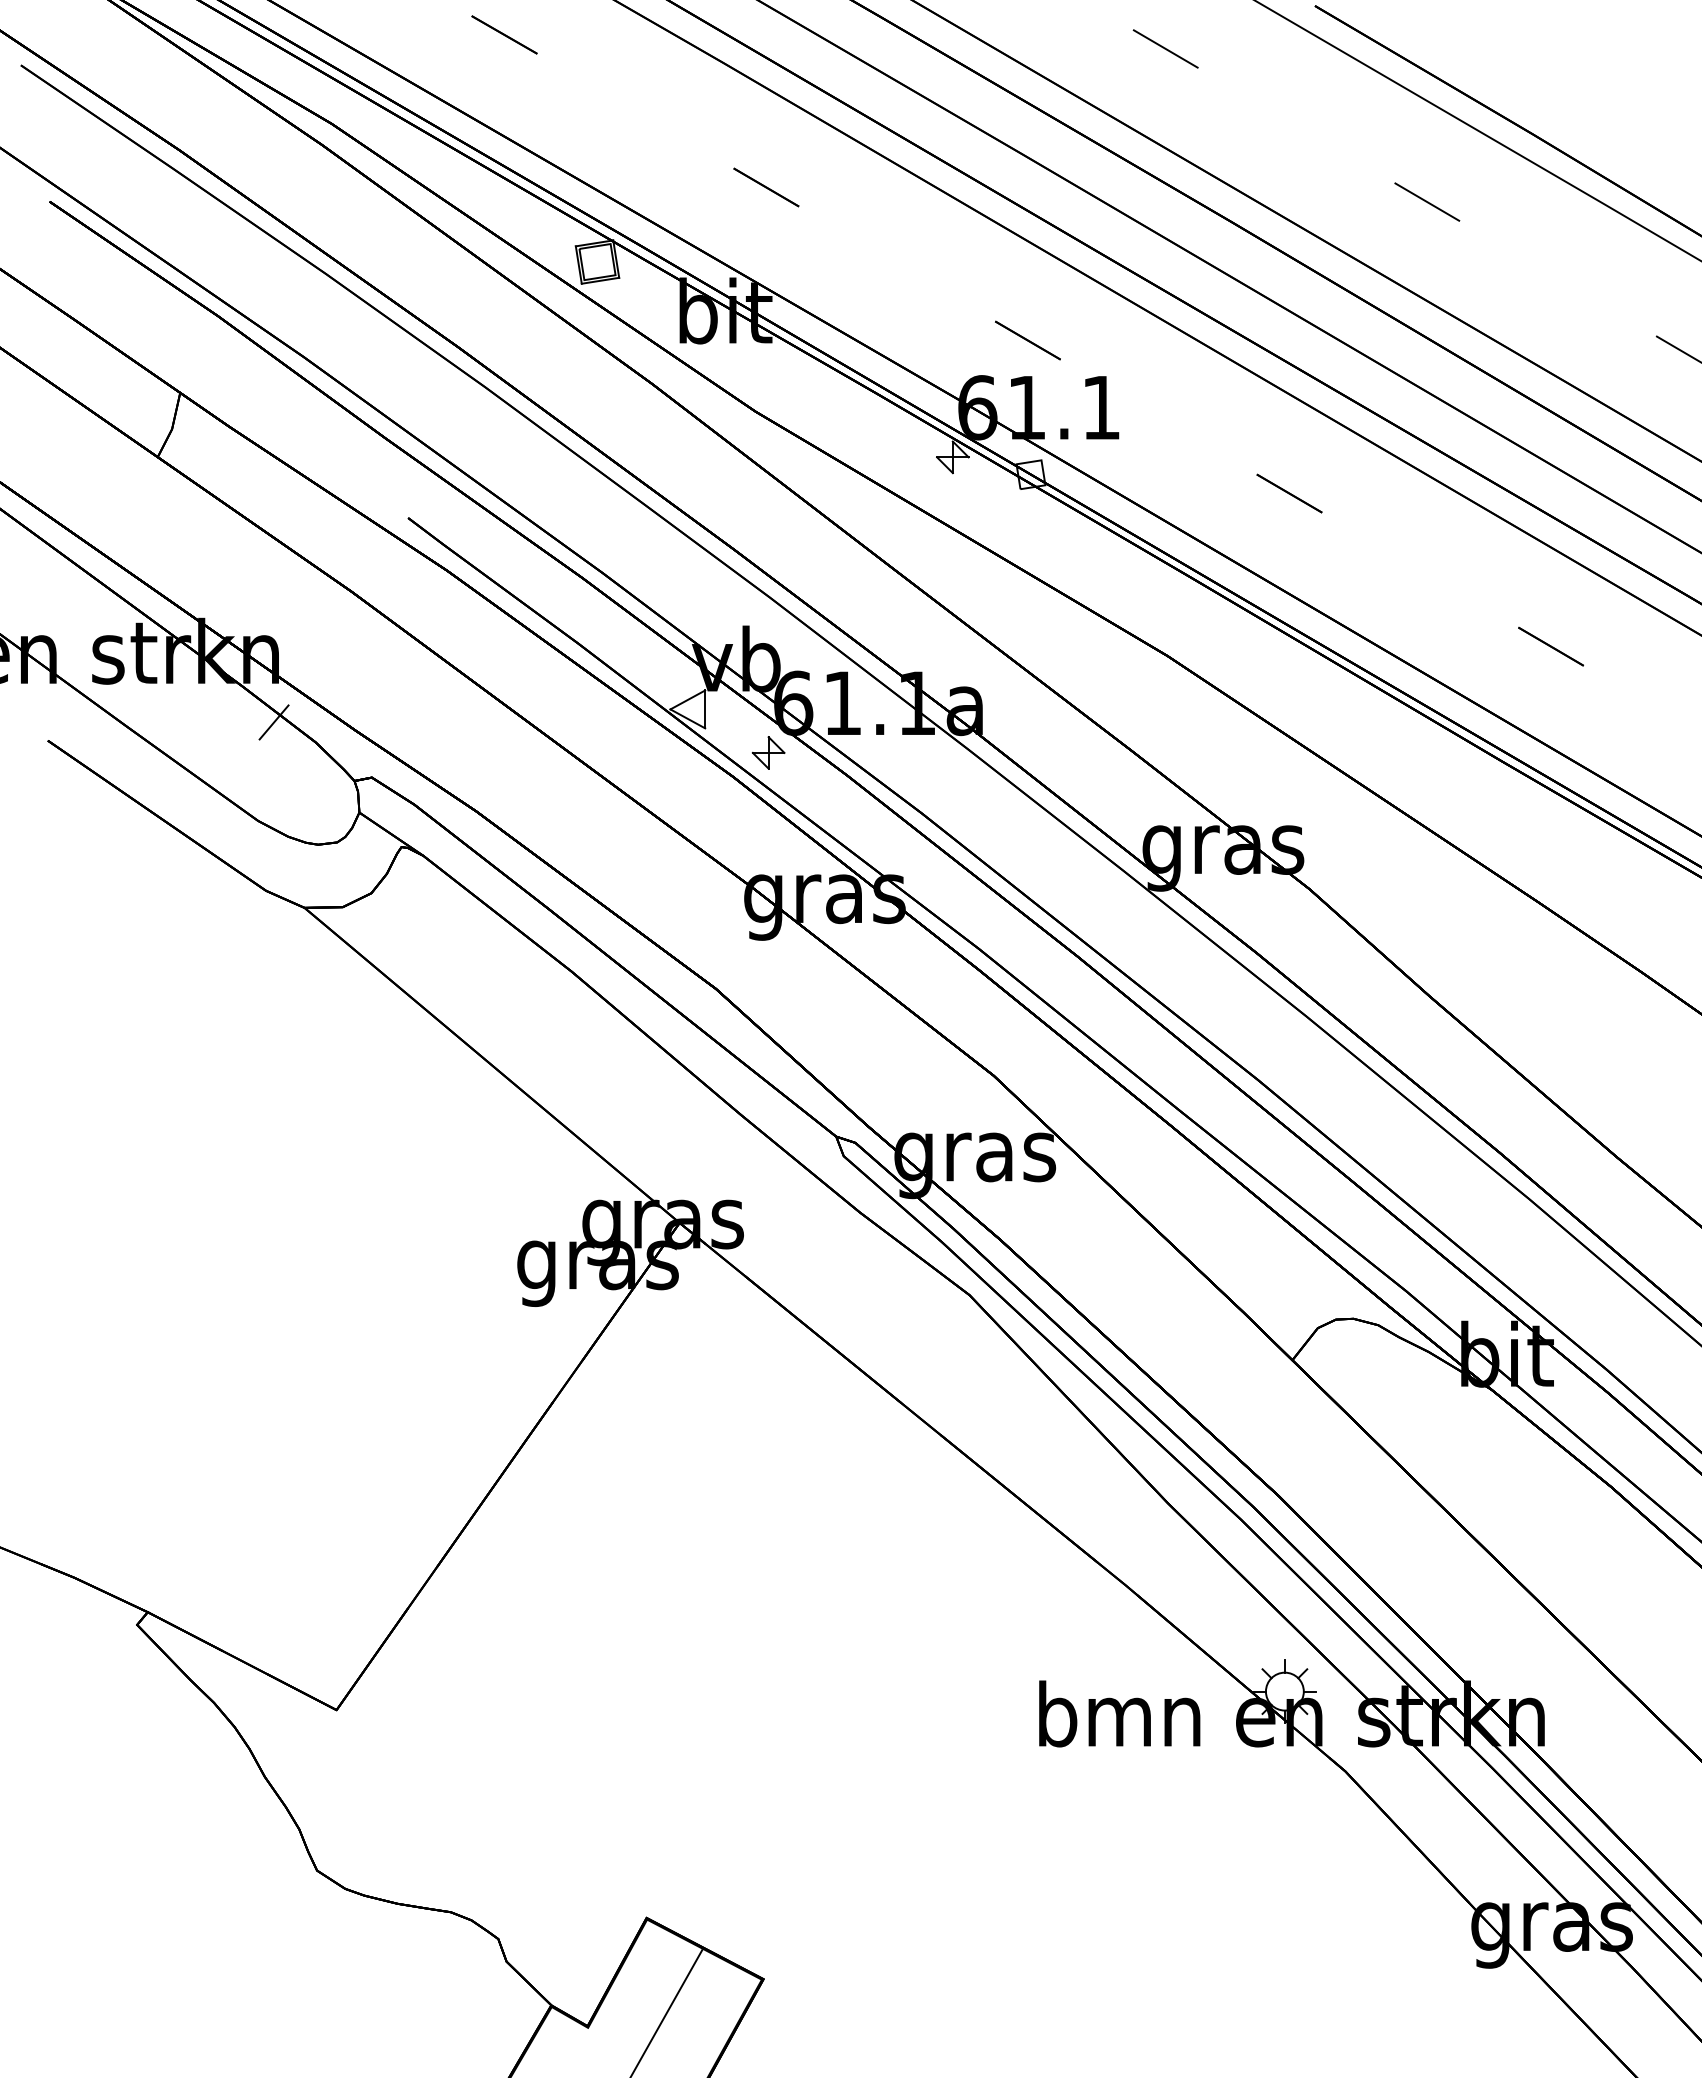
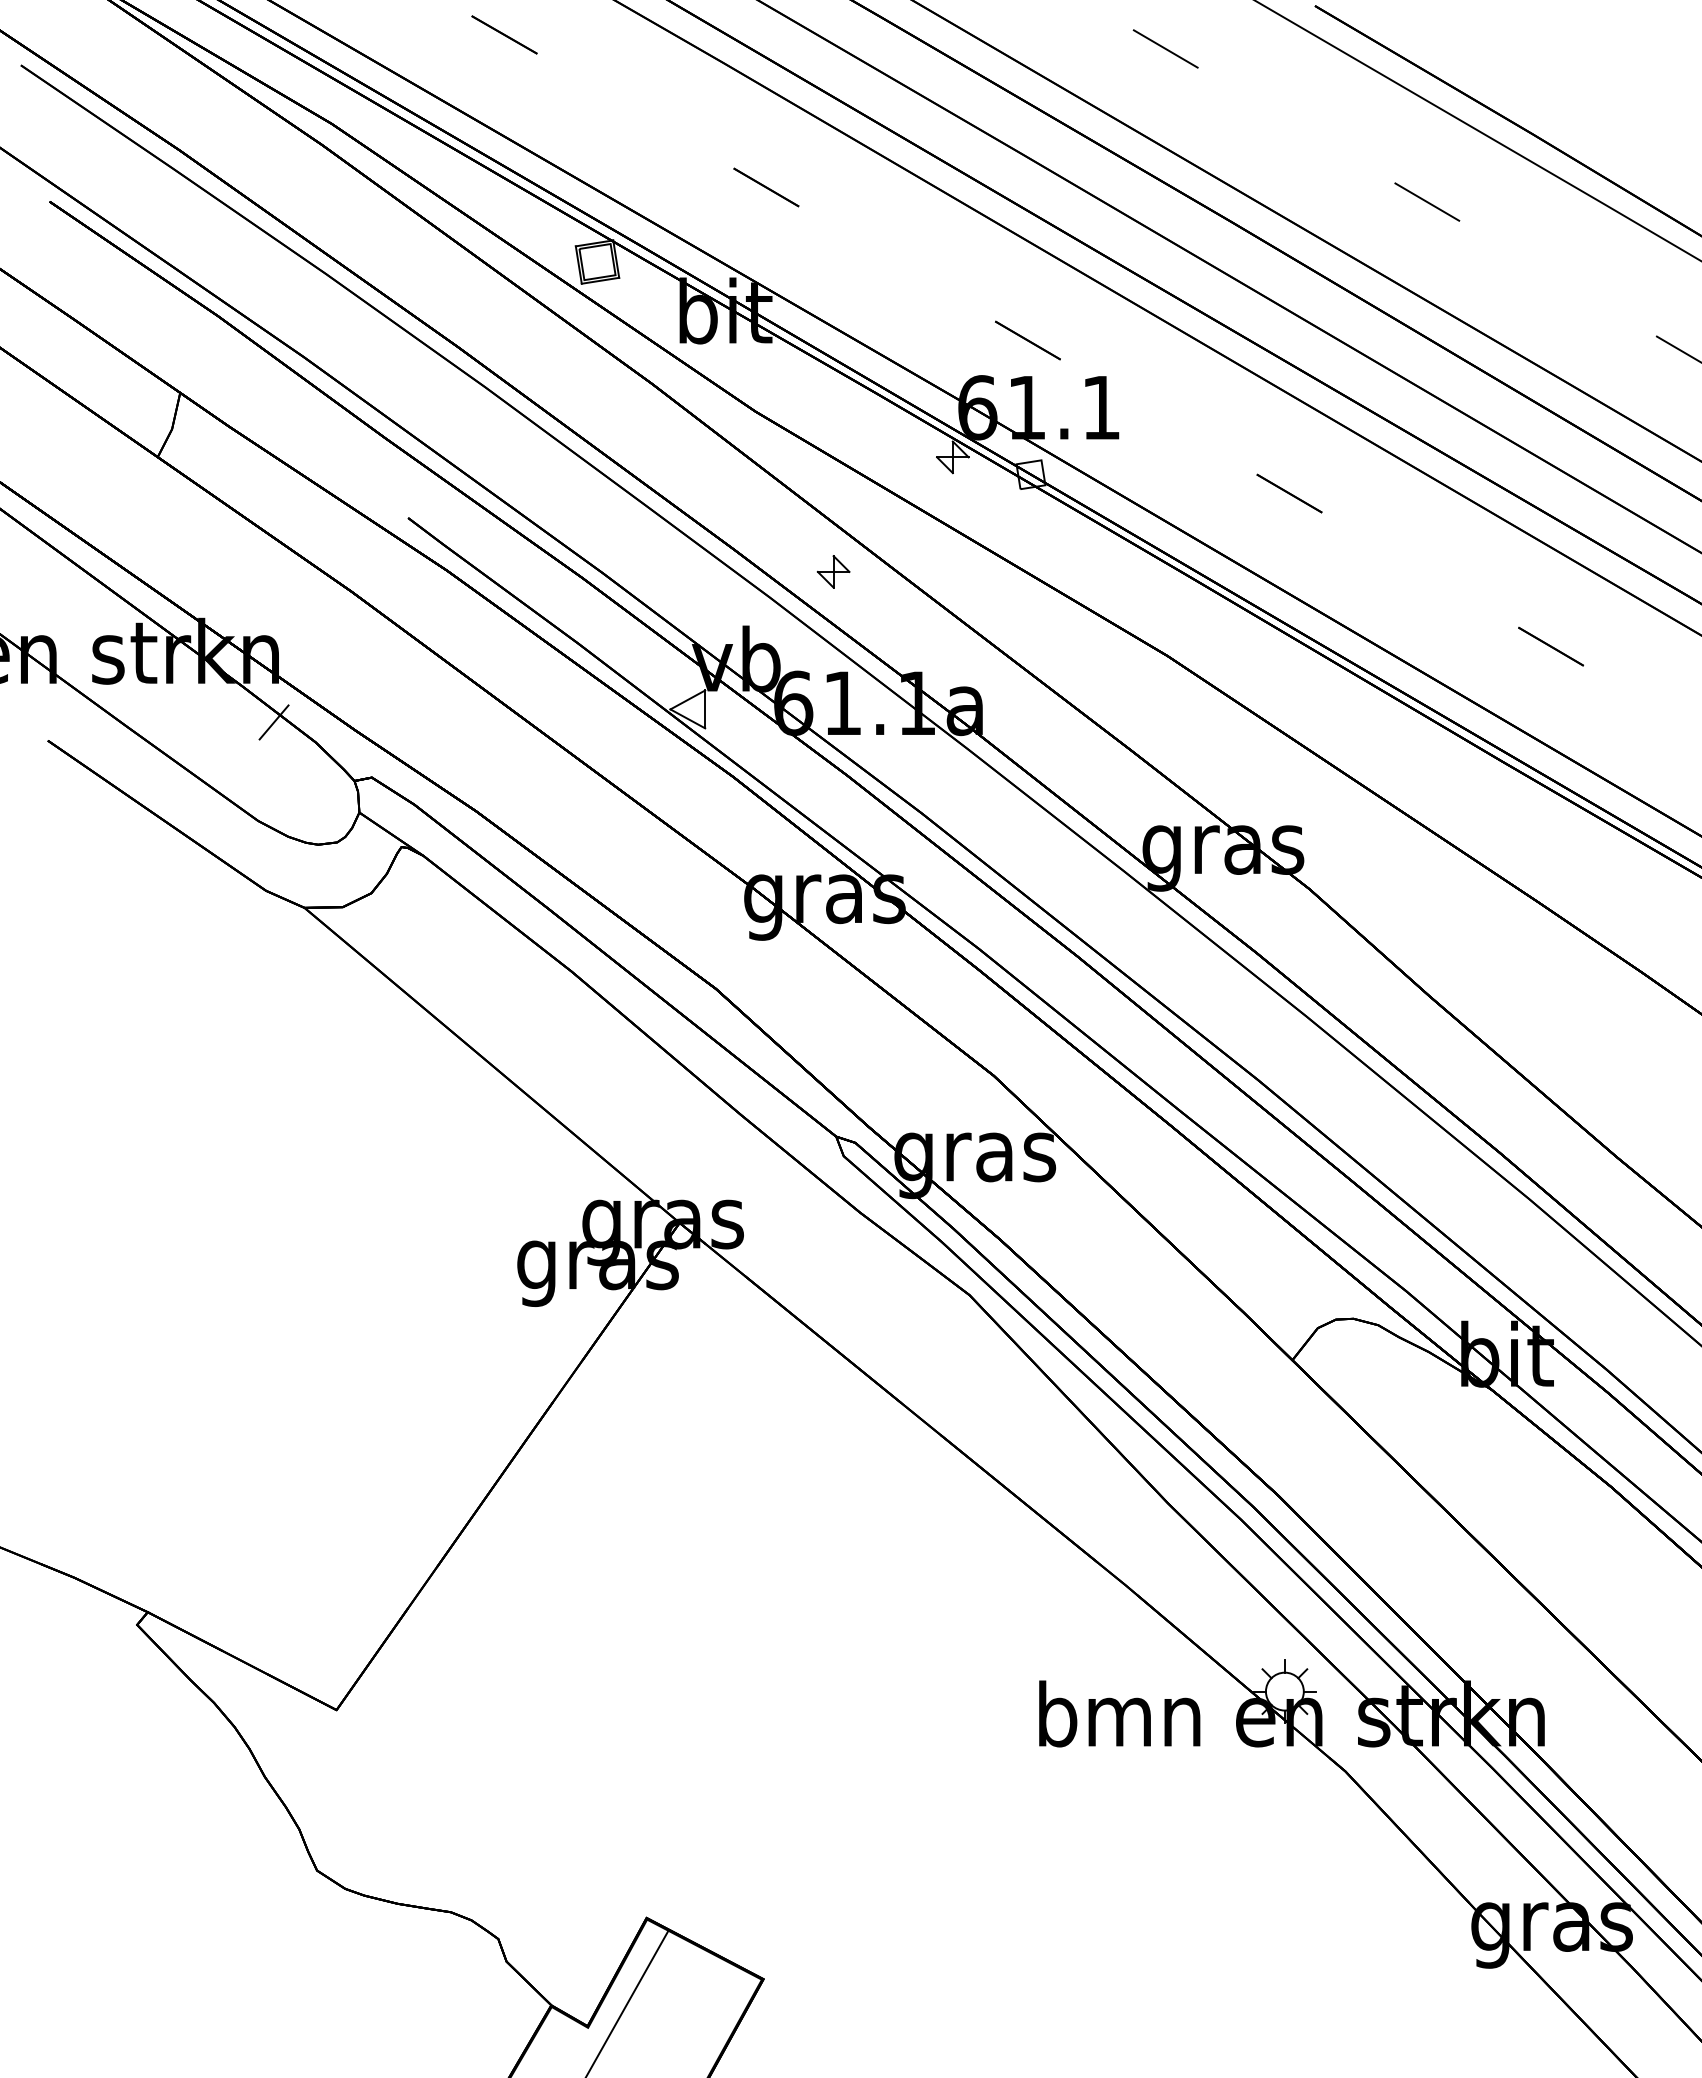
part at (768, 752) position: (768, 752) -> (833, 571)
line at (667, 2012) position: (667, 2012) -> (627, 2002)
